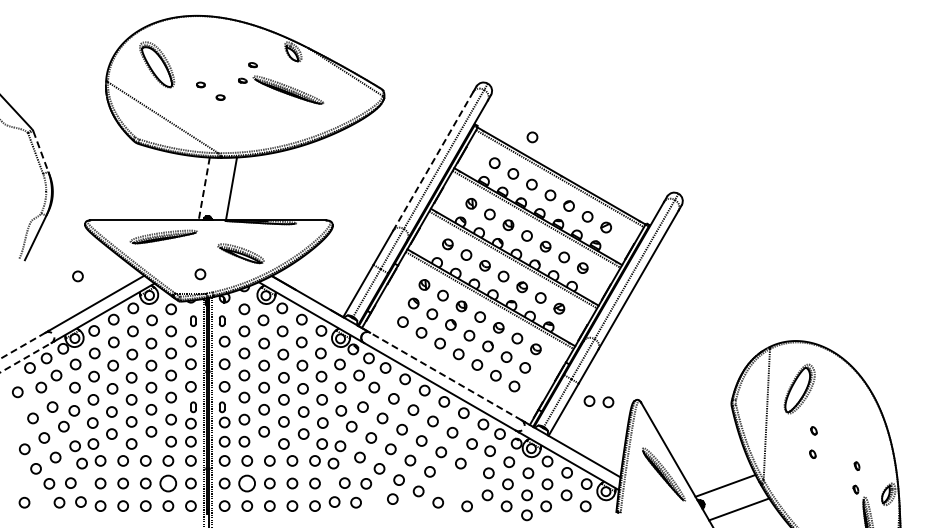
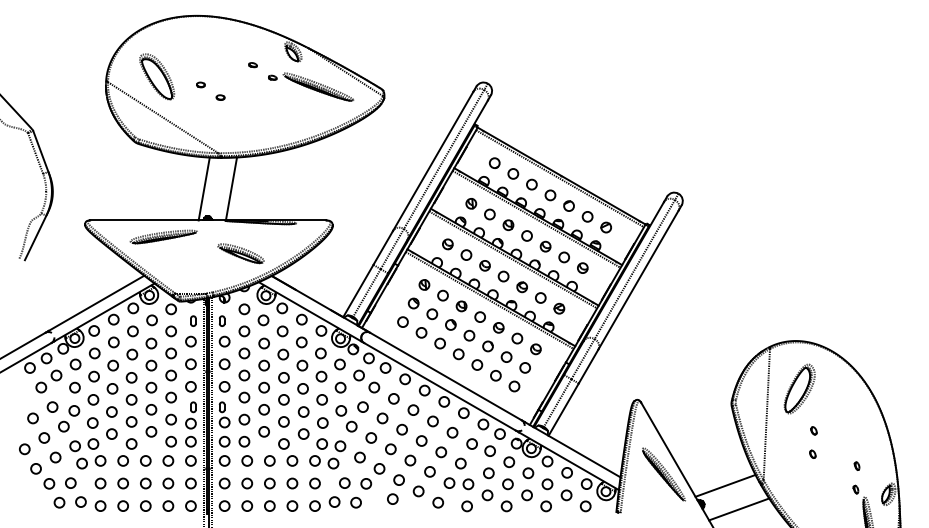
part at (157, 64) position: (157, 64) -> (157, 76)
part at (281, 89) position: (281, 89) -> (311, 86)
circle at (532, 137): present -> none
line at (40, 151): dashed -> solid
line at (433, 161): dashed -> solid
line at (204, 189): dashed -> solid
circle at (200, 274): present -> none
circle at (77, 276): present -> none
line at (23, 345): dashed -> solid
line at (26, 357): dashed -> solid
line at (445, 376): dashed -> solid
circle at (17, 392): present -> none
part at (598, 401) position: (598, 401) -> (458, 483)
circle at (168, 483) size: 19x19 px -> 13x13 px
circle at (246, 483) size: 18x19 px -> 13x13 px
circle at (24, 502): present -> none
circle at (526, 515): present -> none
